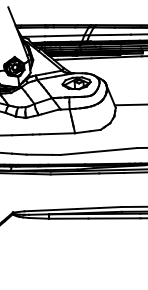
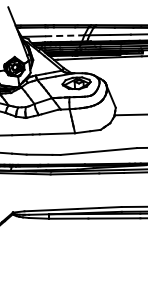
line at (64, 35): solid -> dashed
line at (129, 104) position: (129, 104) -> (129, 114)
